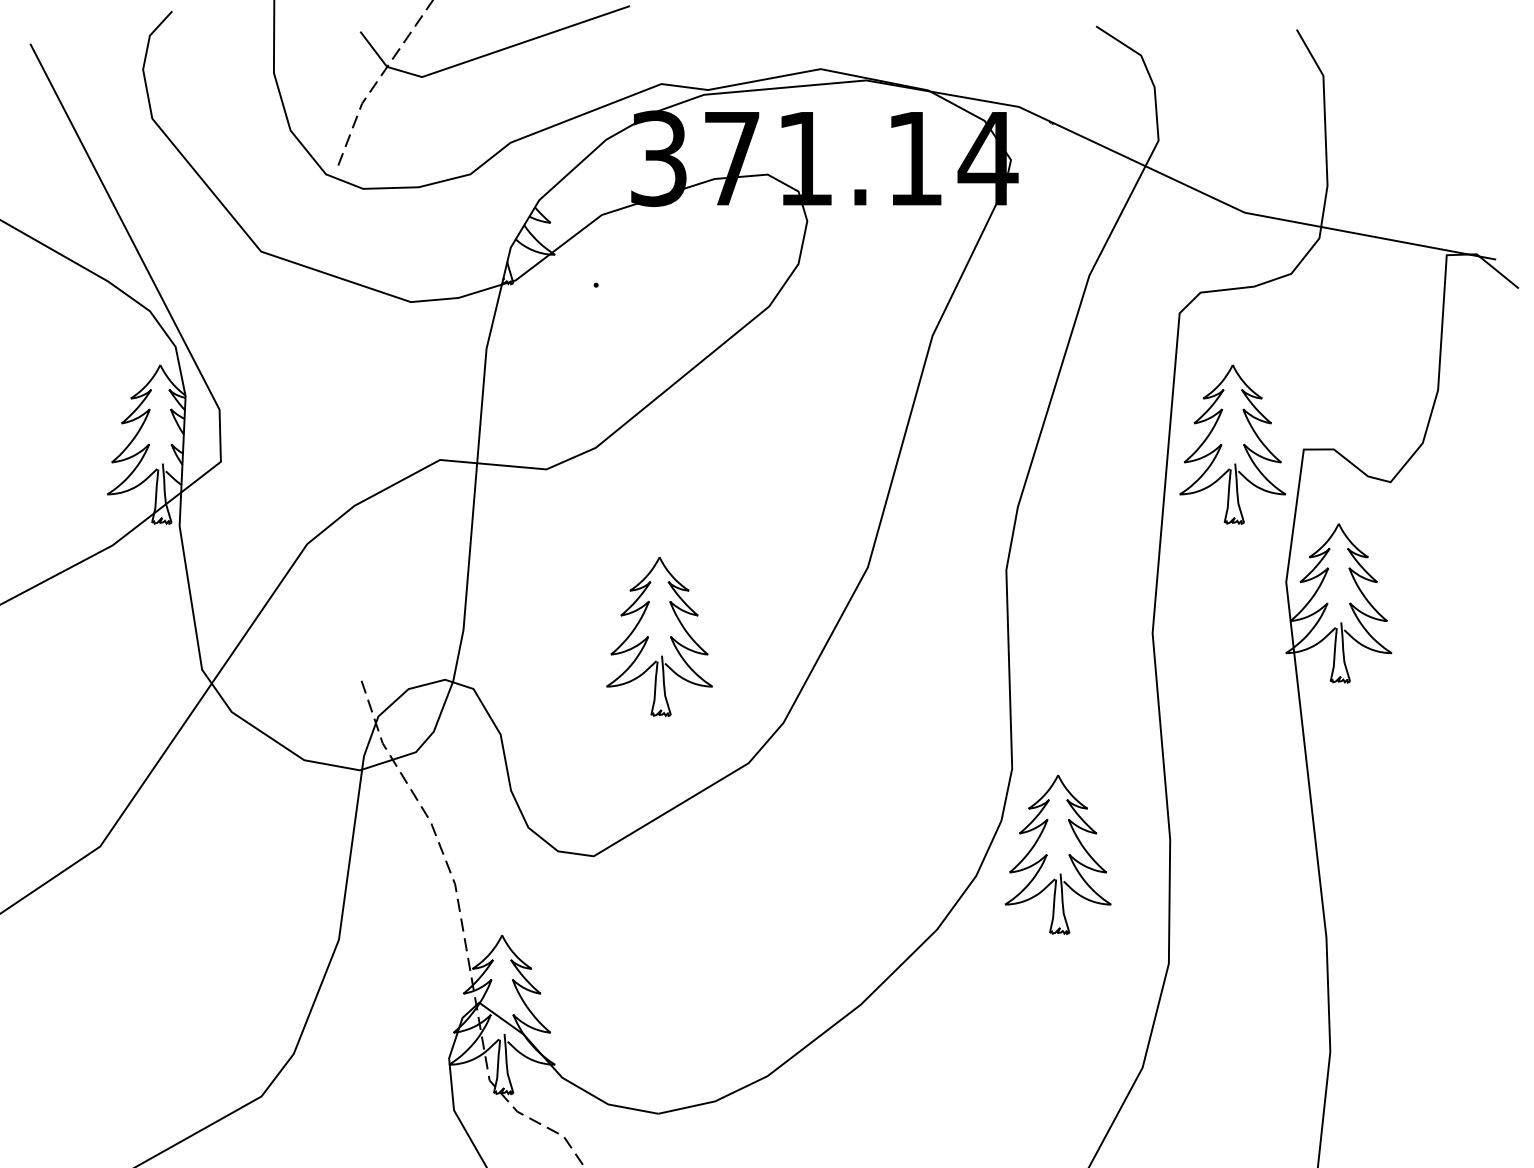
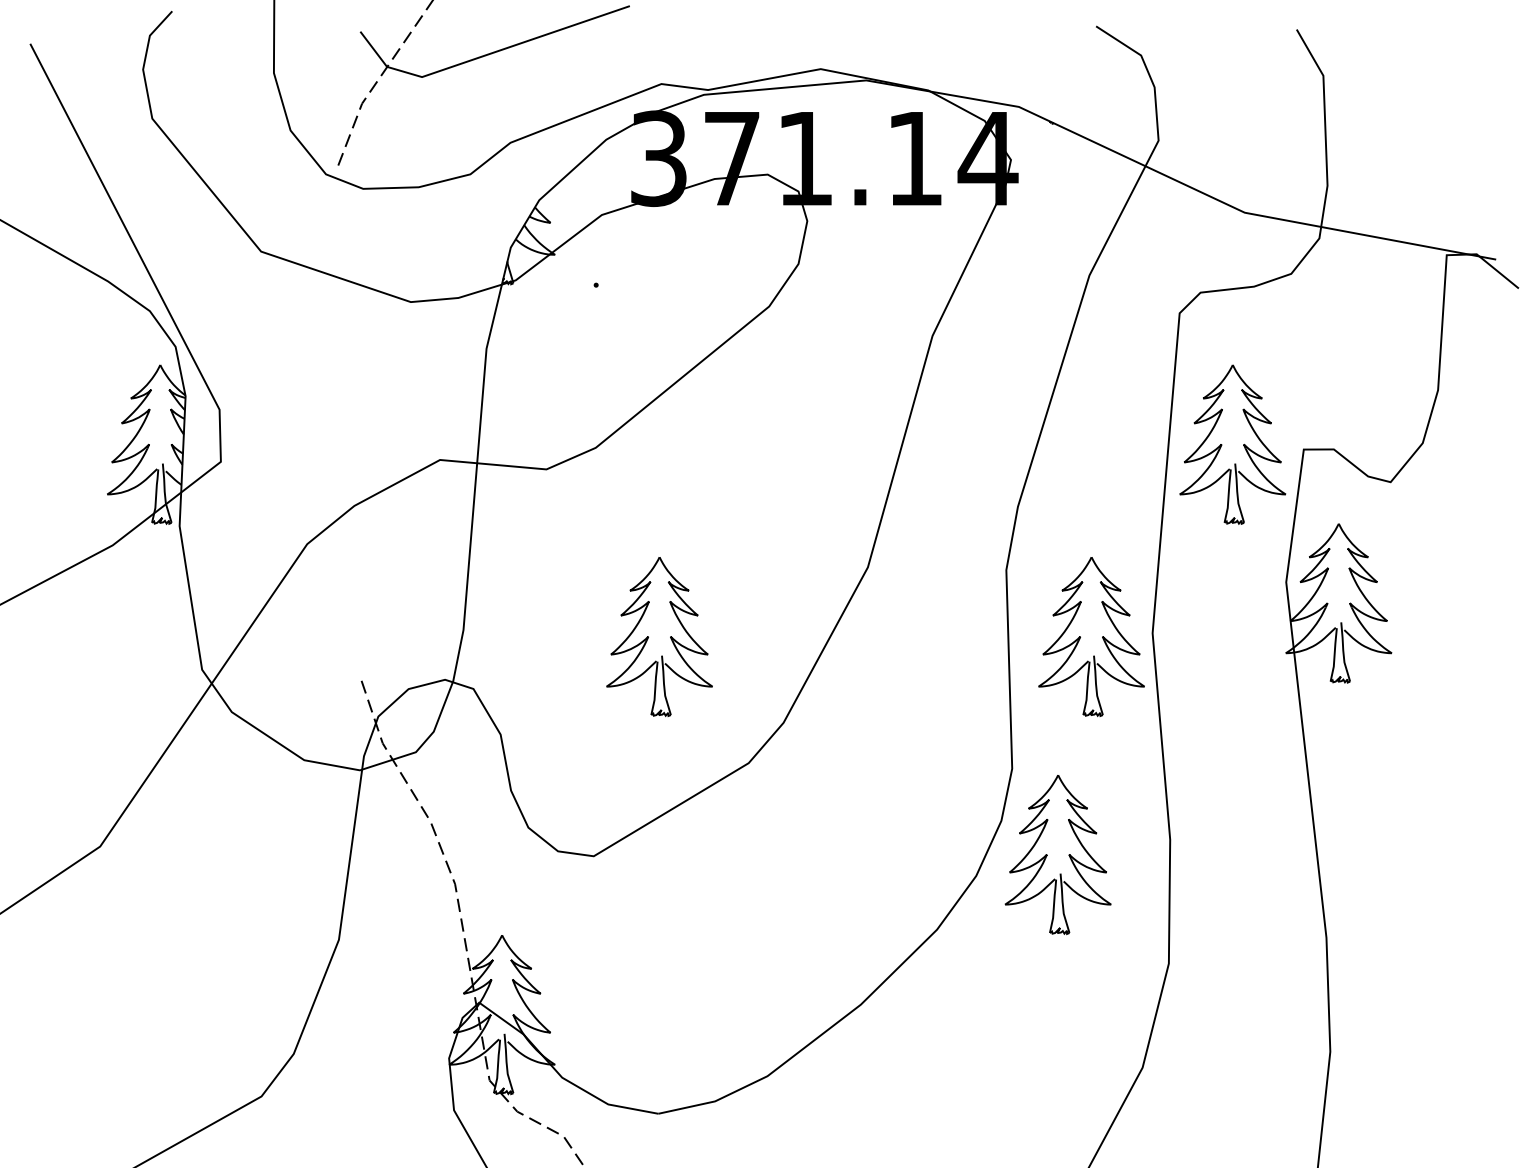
part at (1091, 636): none -> present
